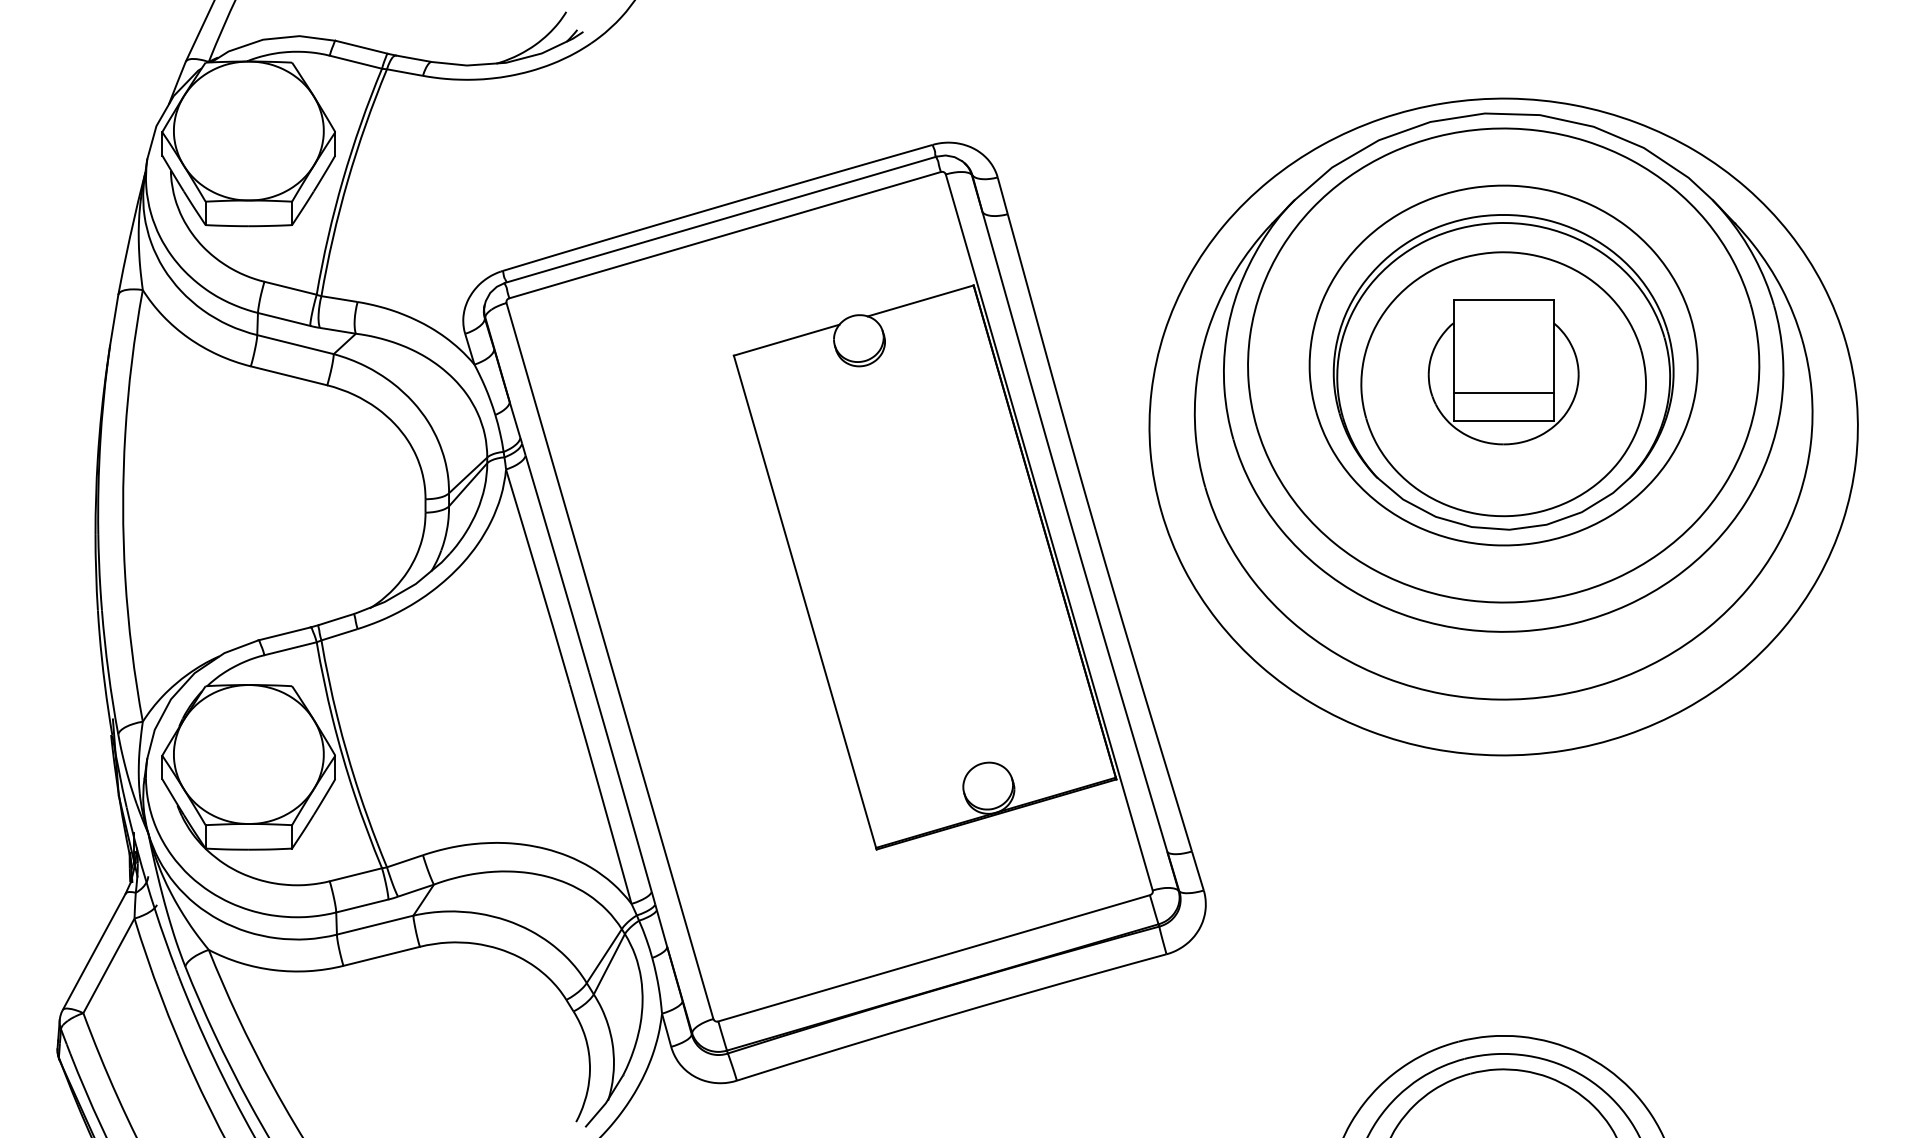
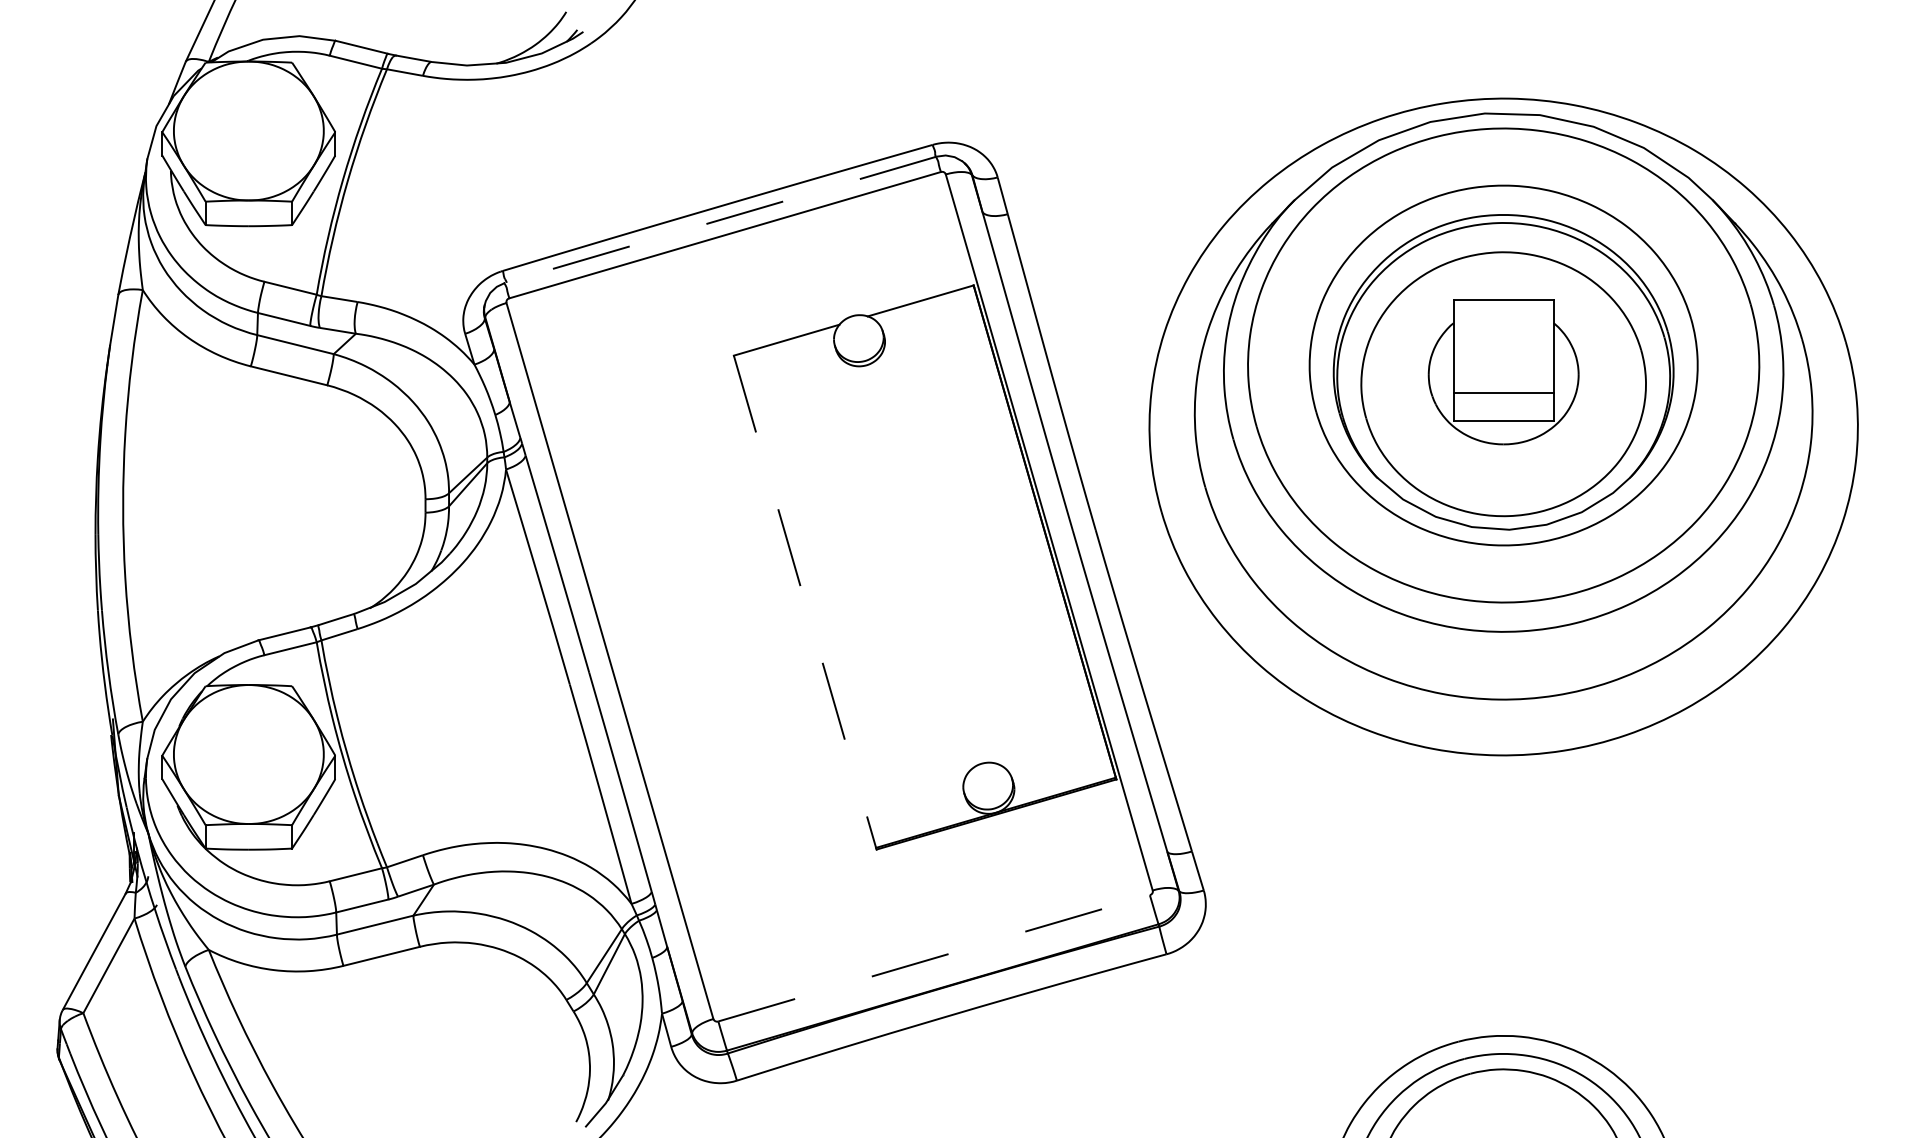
line at (720, 219): solid -> dashed
line at (805, 602): solid -> dashed
line at (934, 958): solid -> dashed
